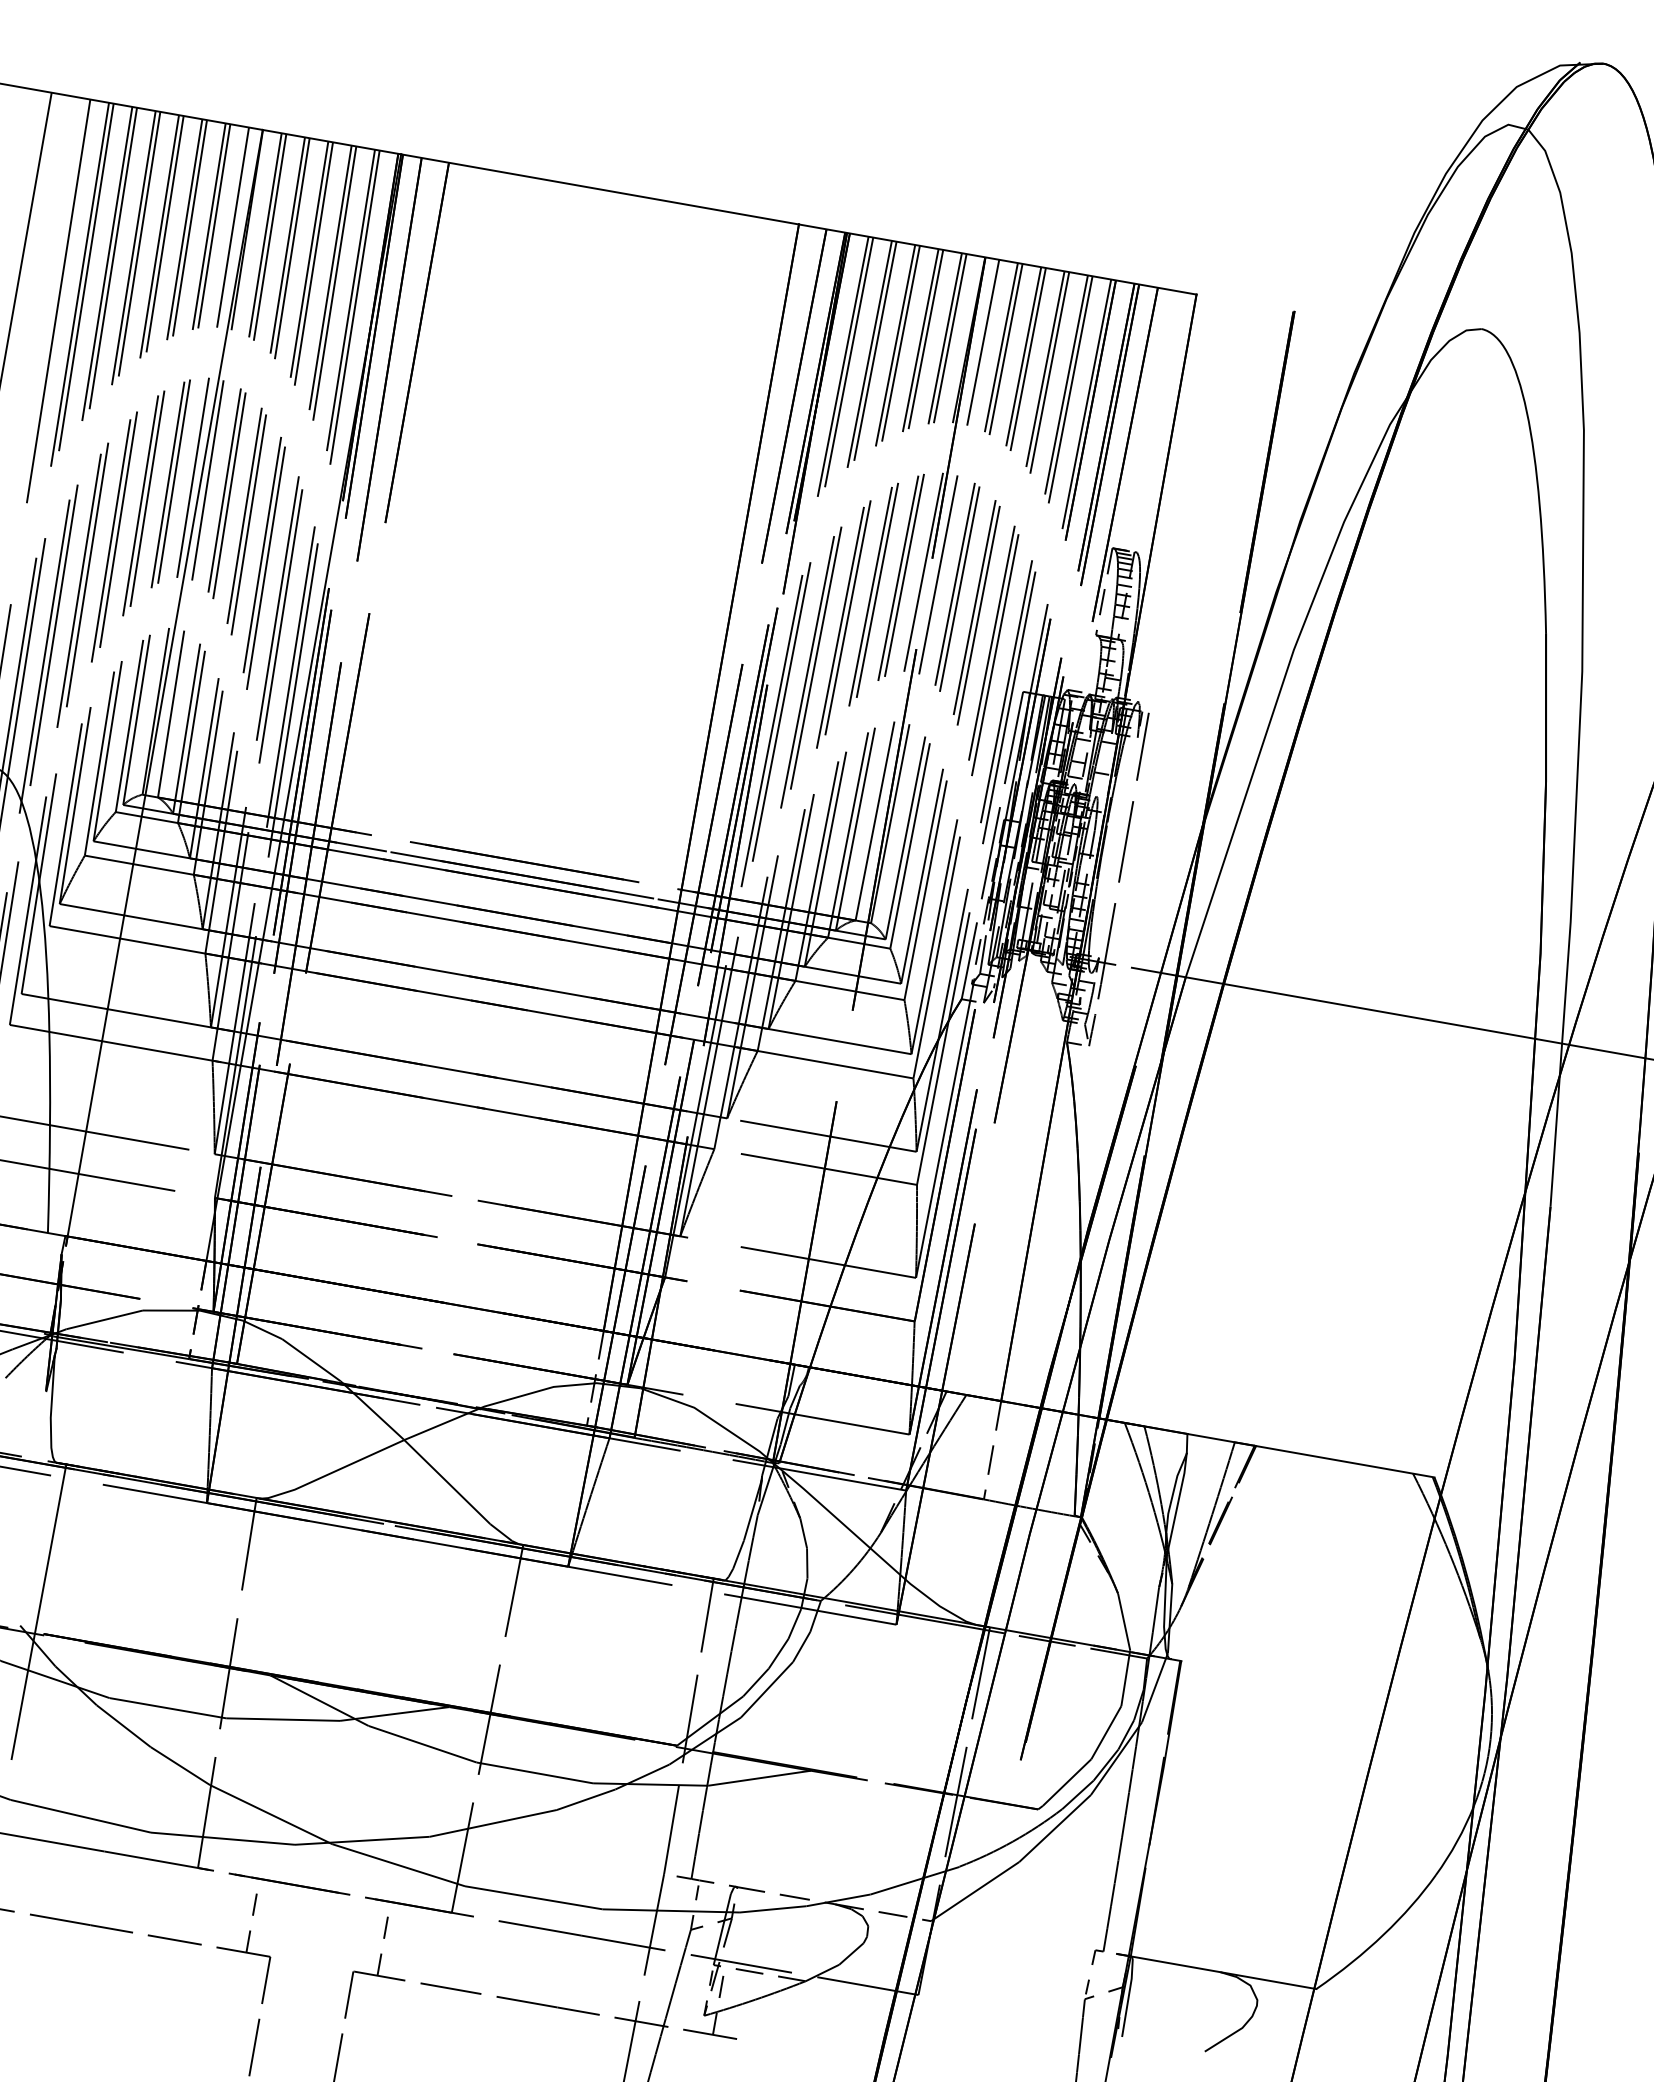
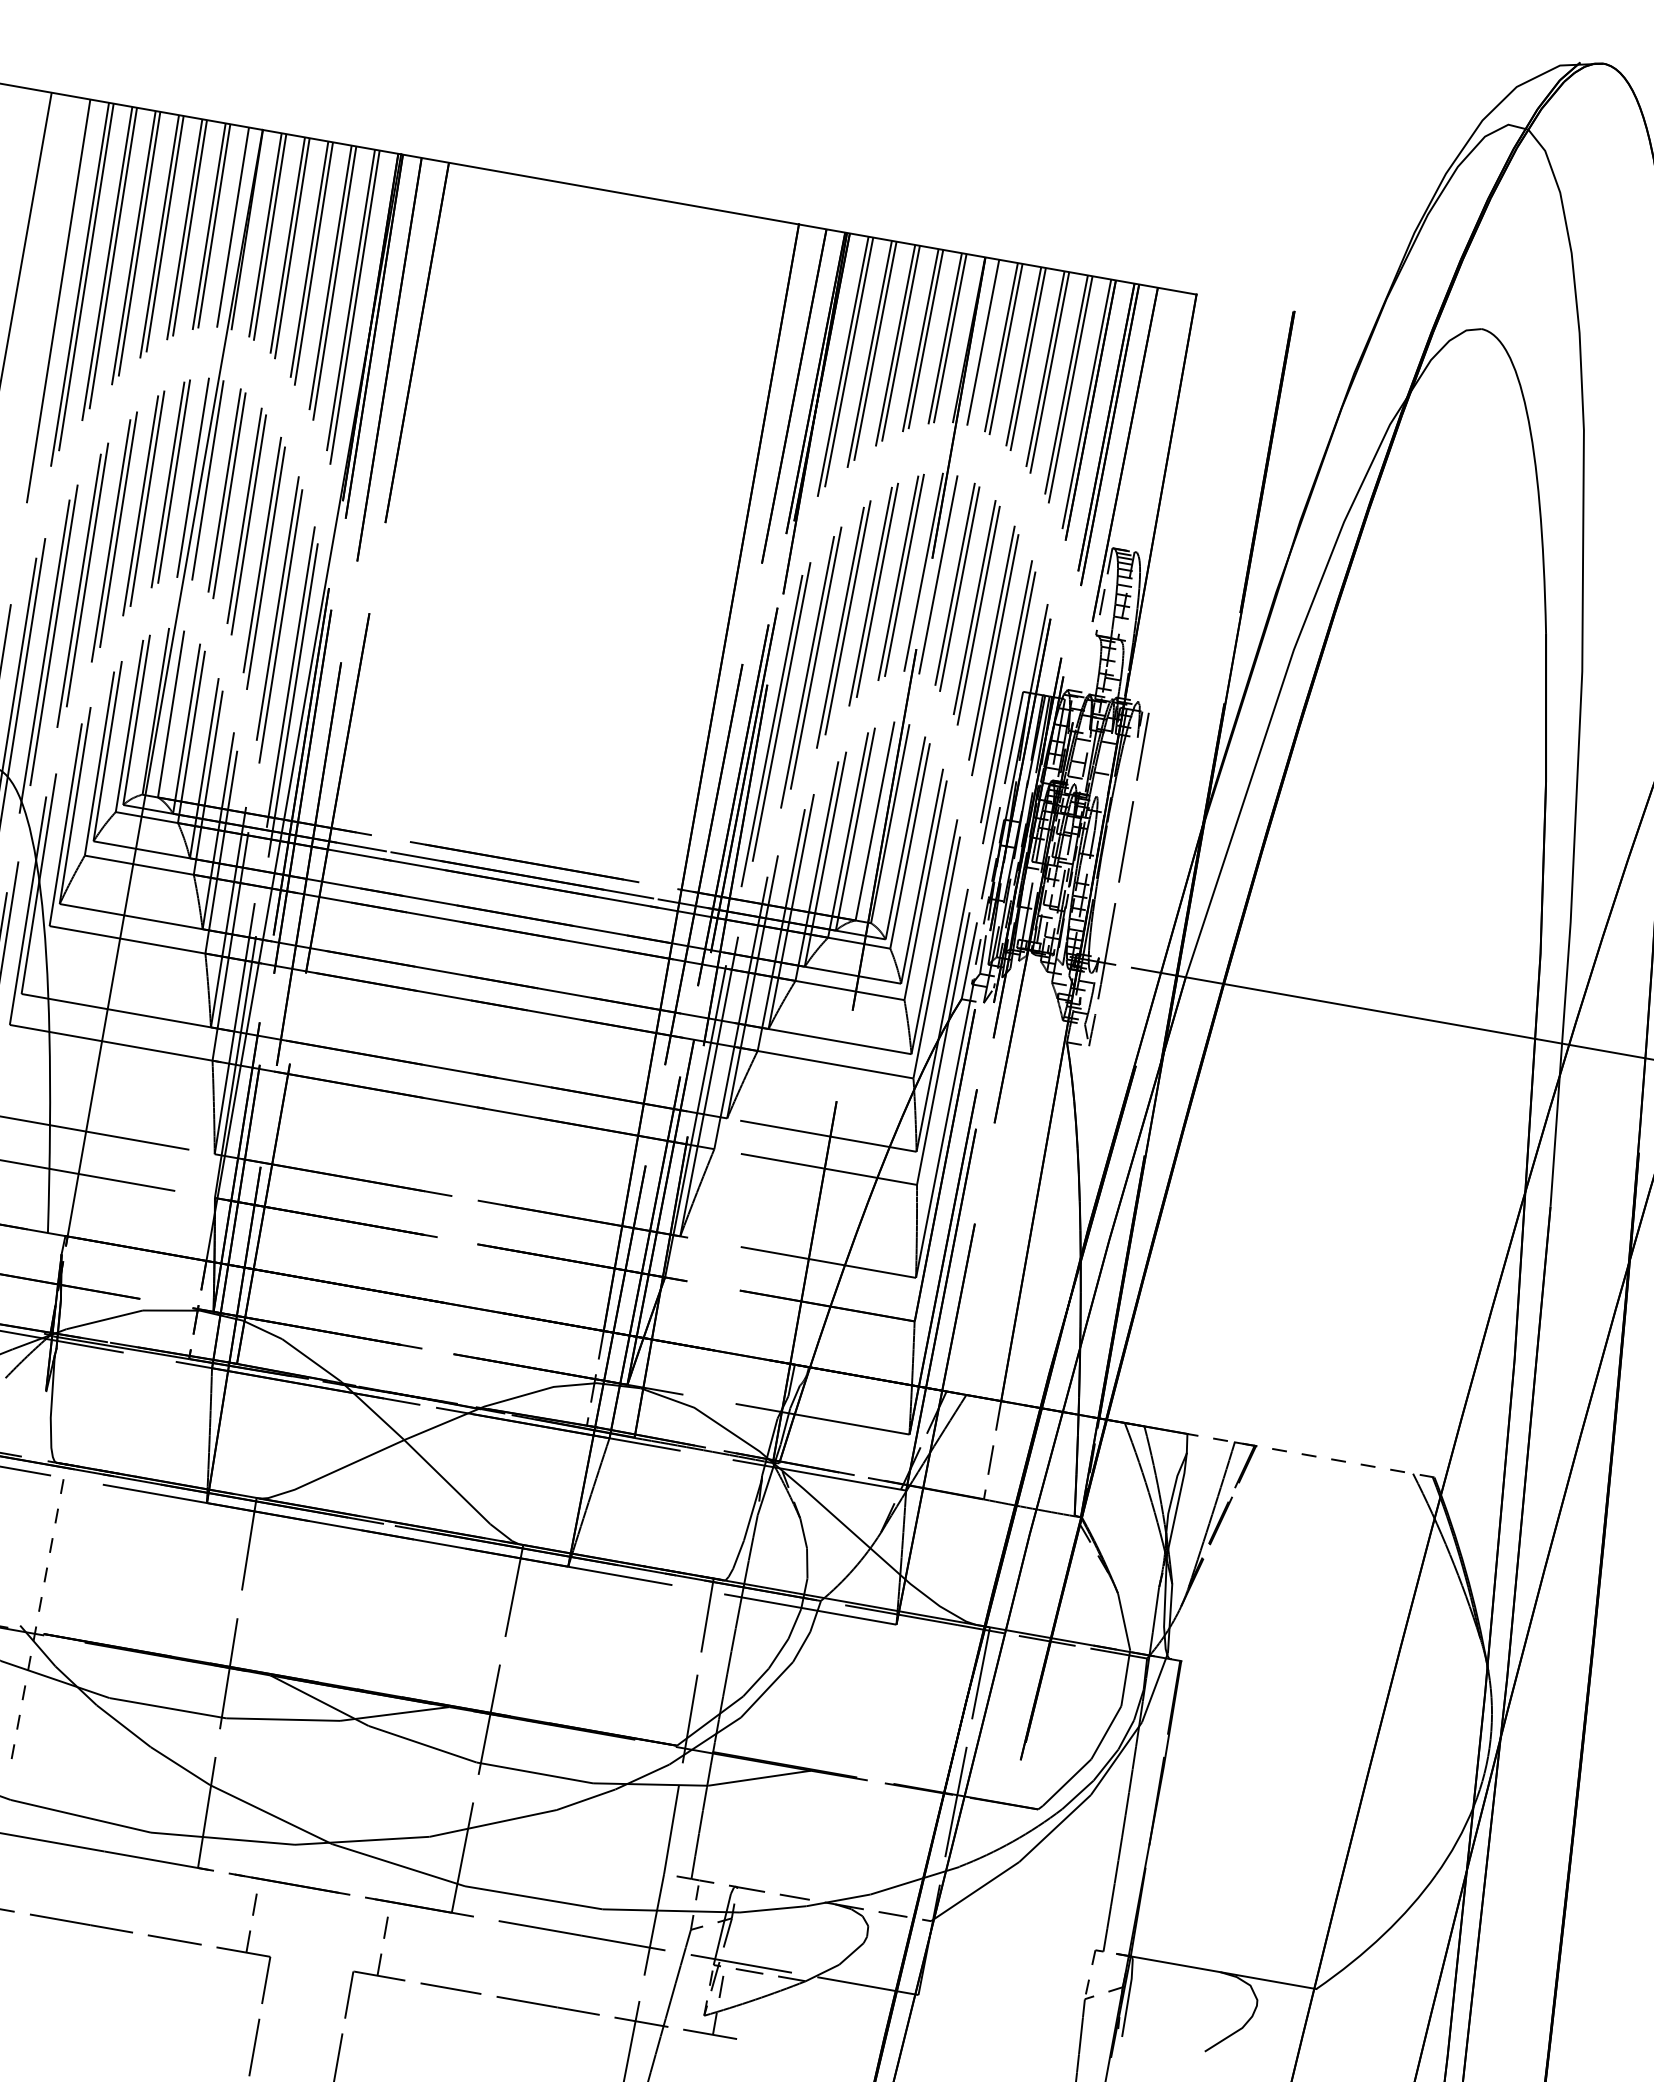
line at (1310, 1455): solid -> dashed
line at (39, 1611): solid -> dashed
